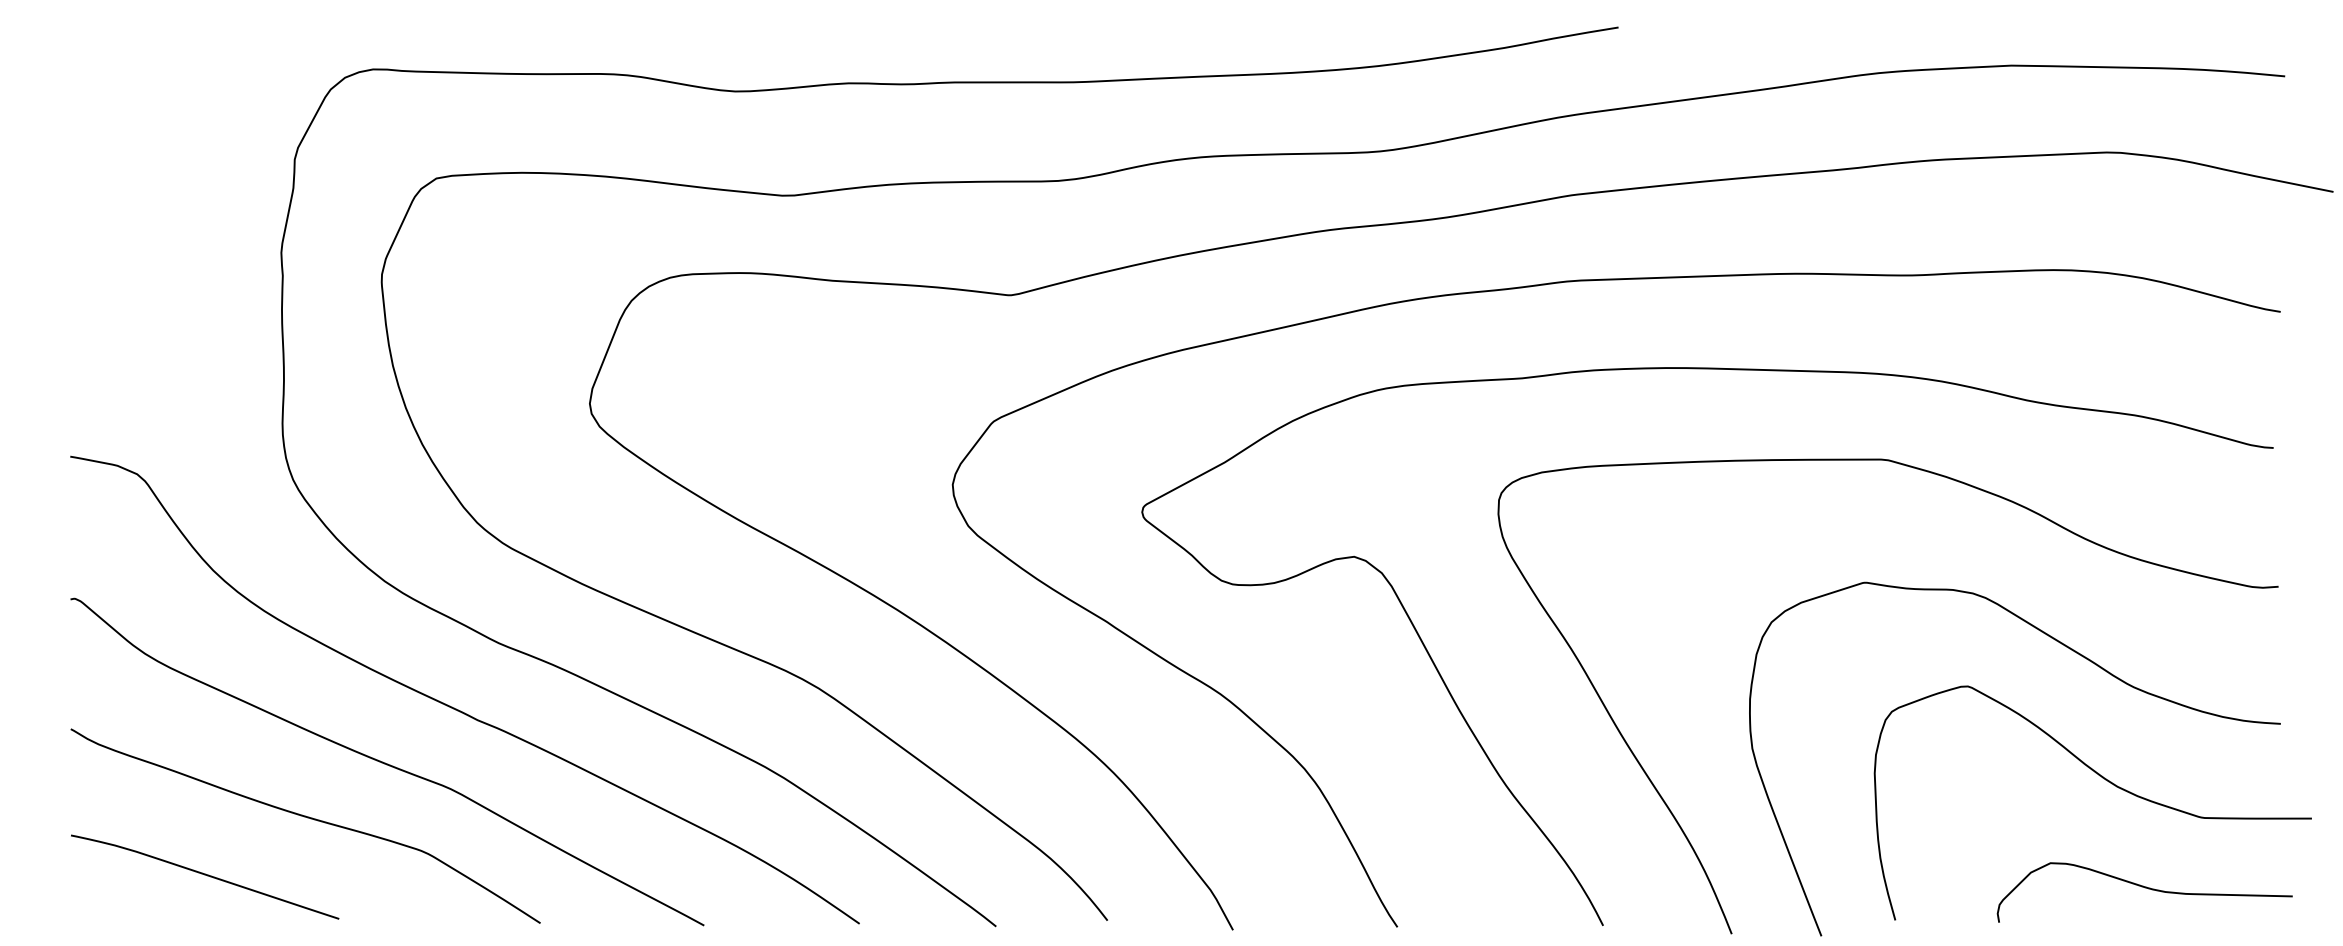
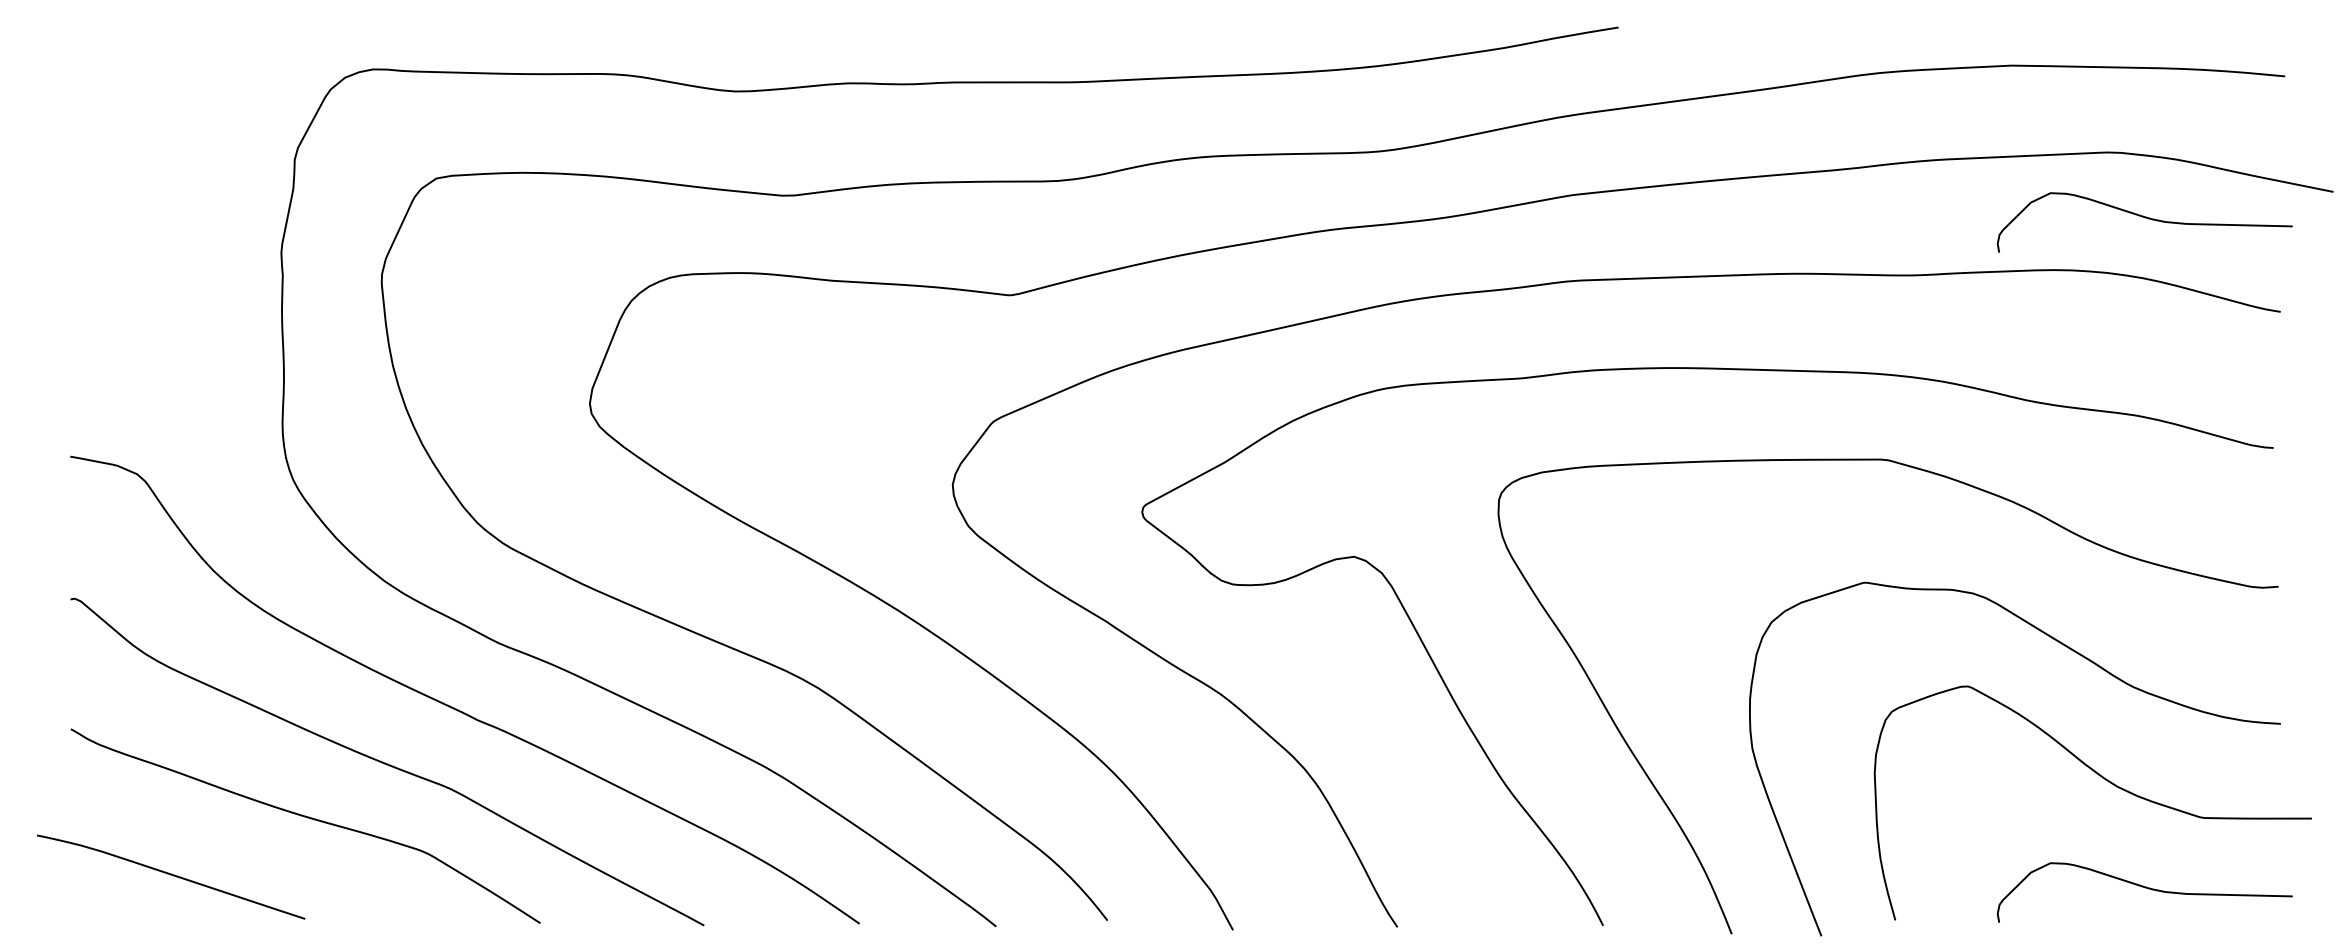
curve at (2145, 218): none -> present
curve at (205, 875) position: (205, 875) -> (171, 875)
